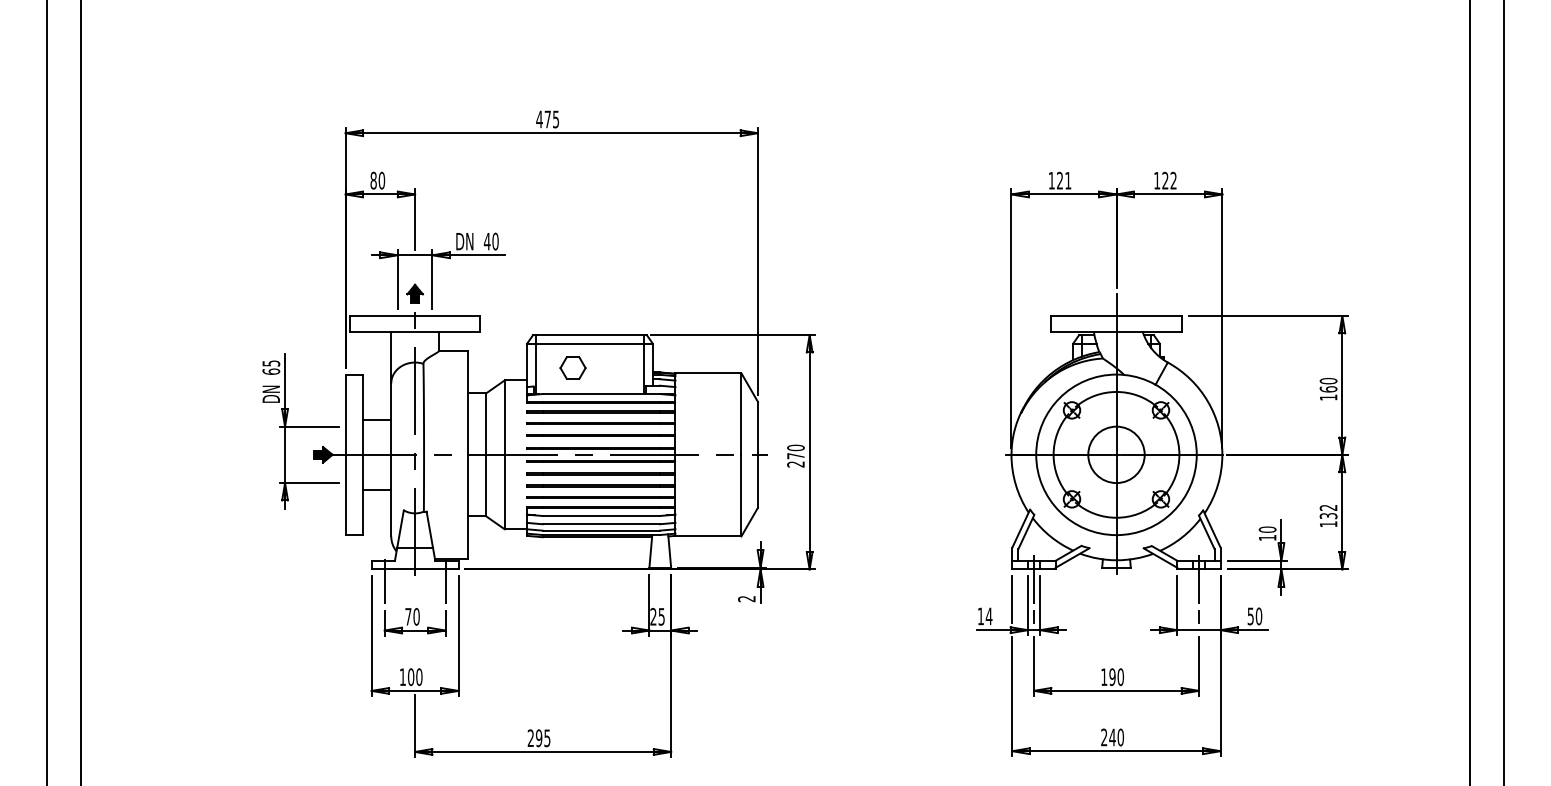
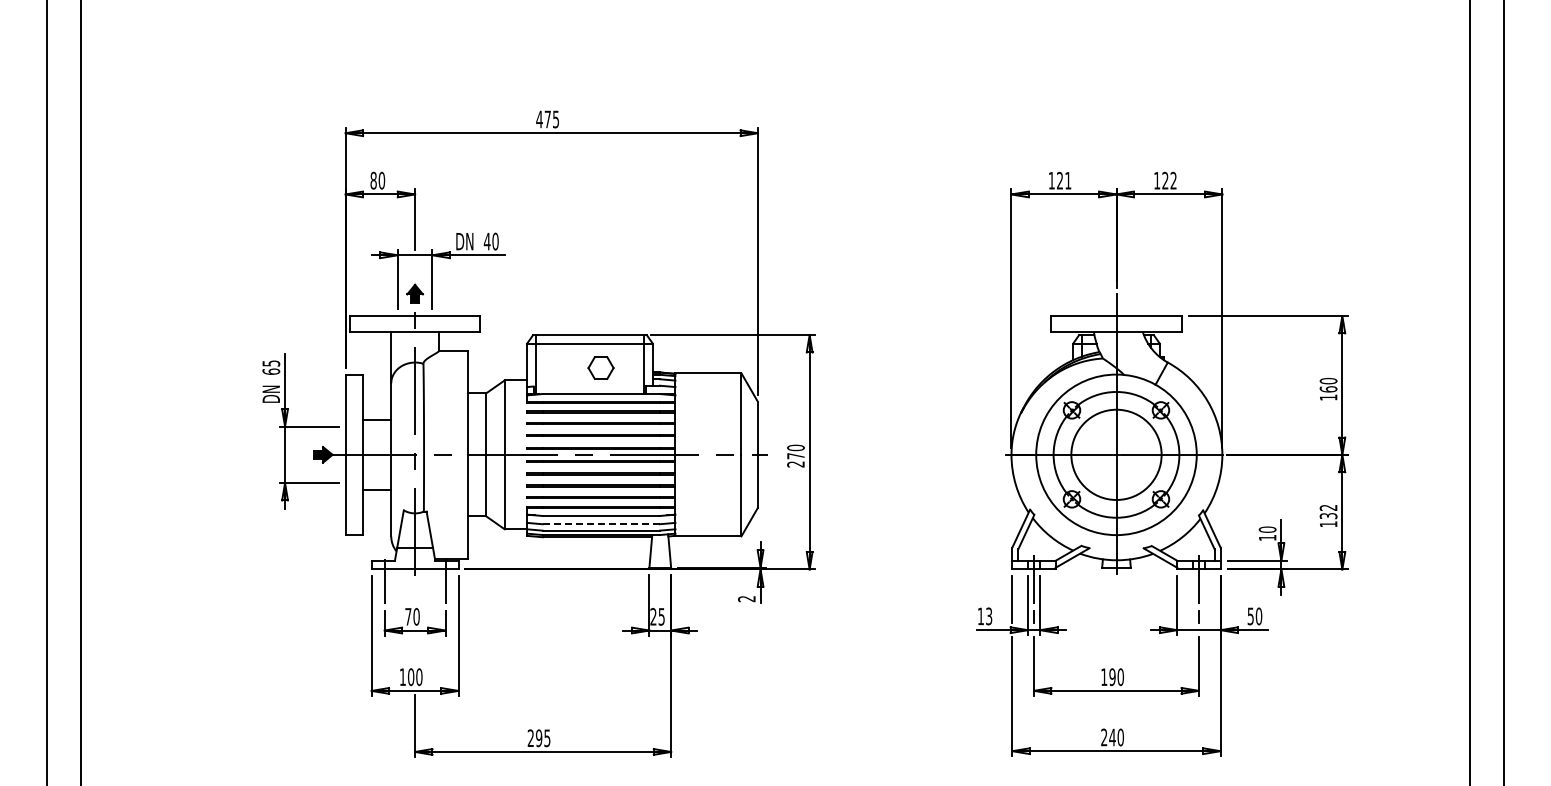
part at (572, 367) position: (572, 367) -> (600, 367)
circle at (1116, 454) diameter: 56 px -> 90 px
line at (601, 524): solid -> dashed
text at (988, 616): 14 -> 13
